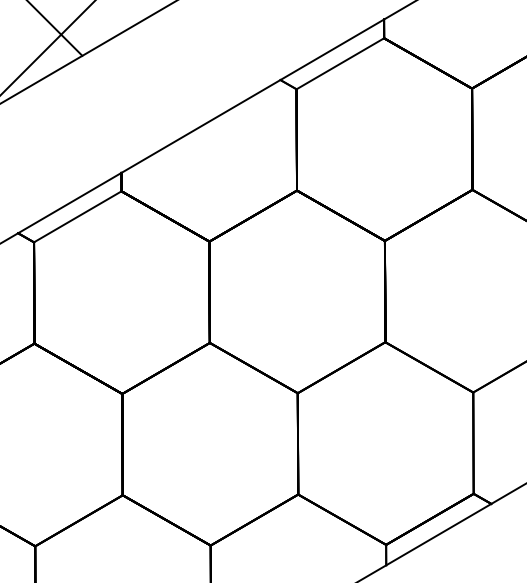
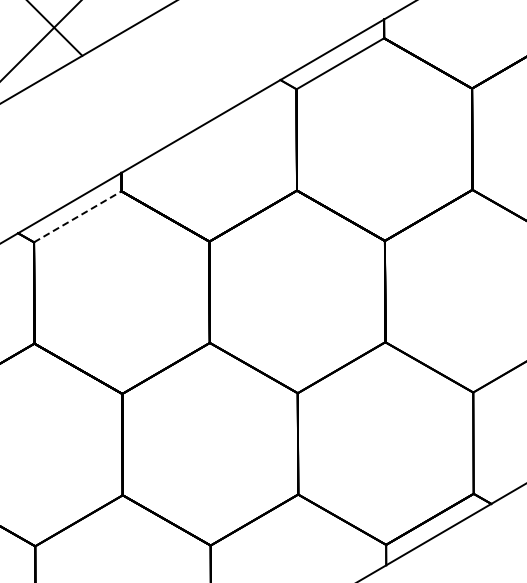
line at (47, 47) position: (47, 47) -> (40, 40)
line at (77, 216): solid -> dashed
